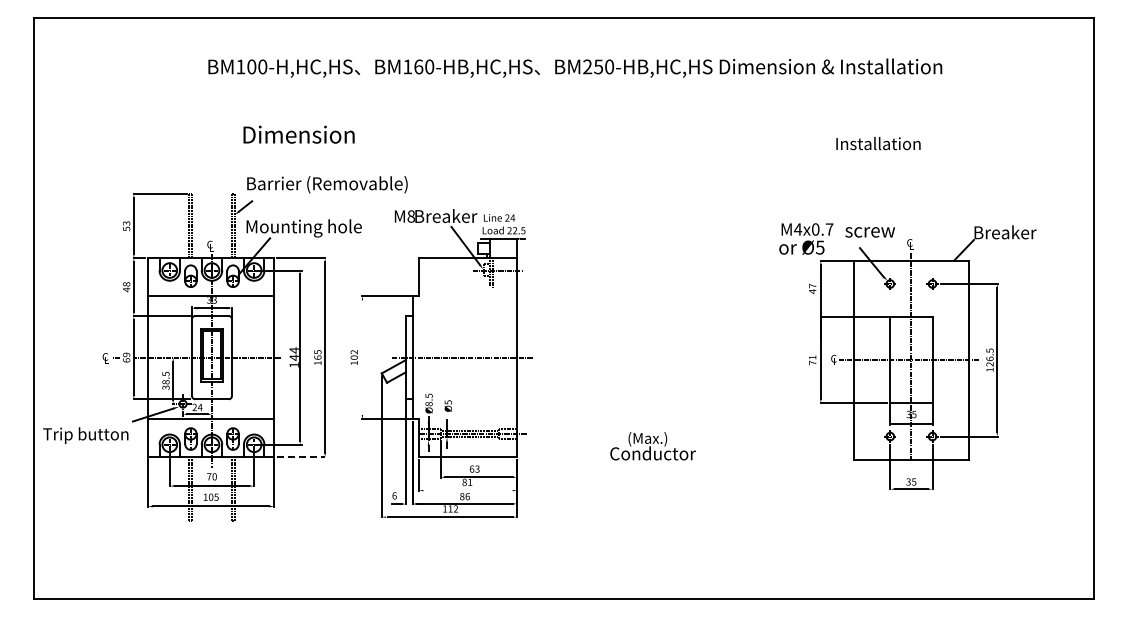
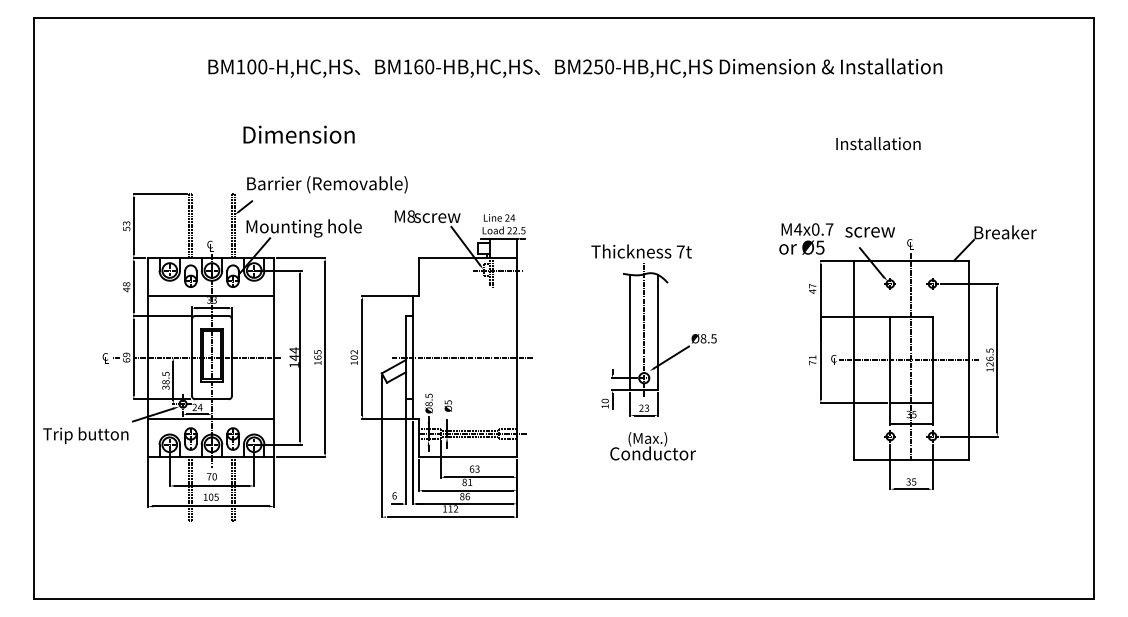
text at (445, 216): Breaker -> screw
part at (653, 330): none -> present
line at (362, 357): none -> present
line at (301, 457): dashed -> solid
line at (467, 490): none -> present
